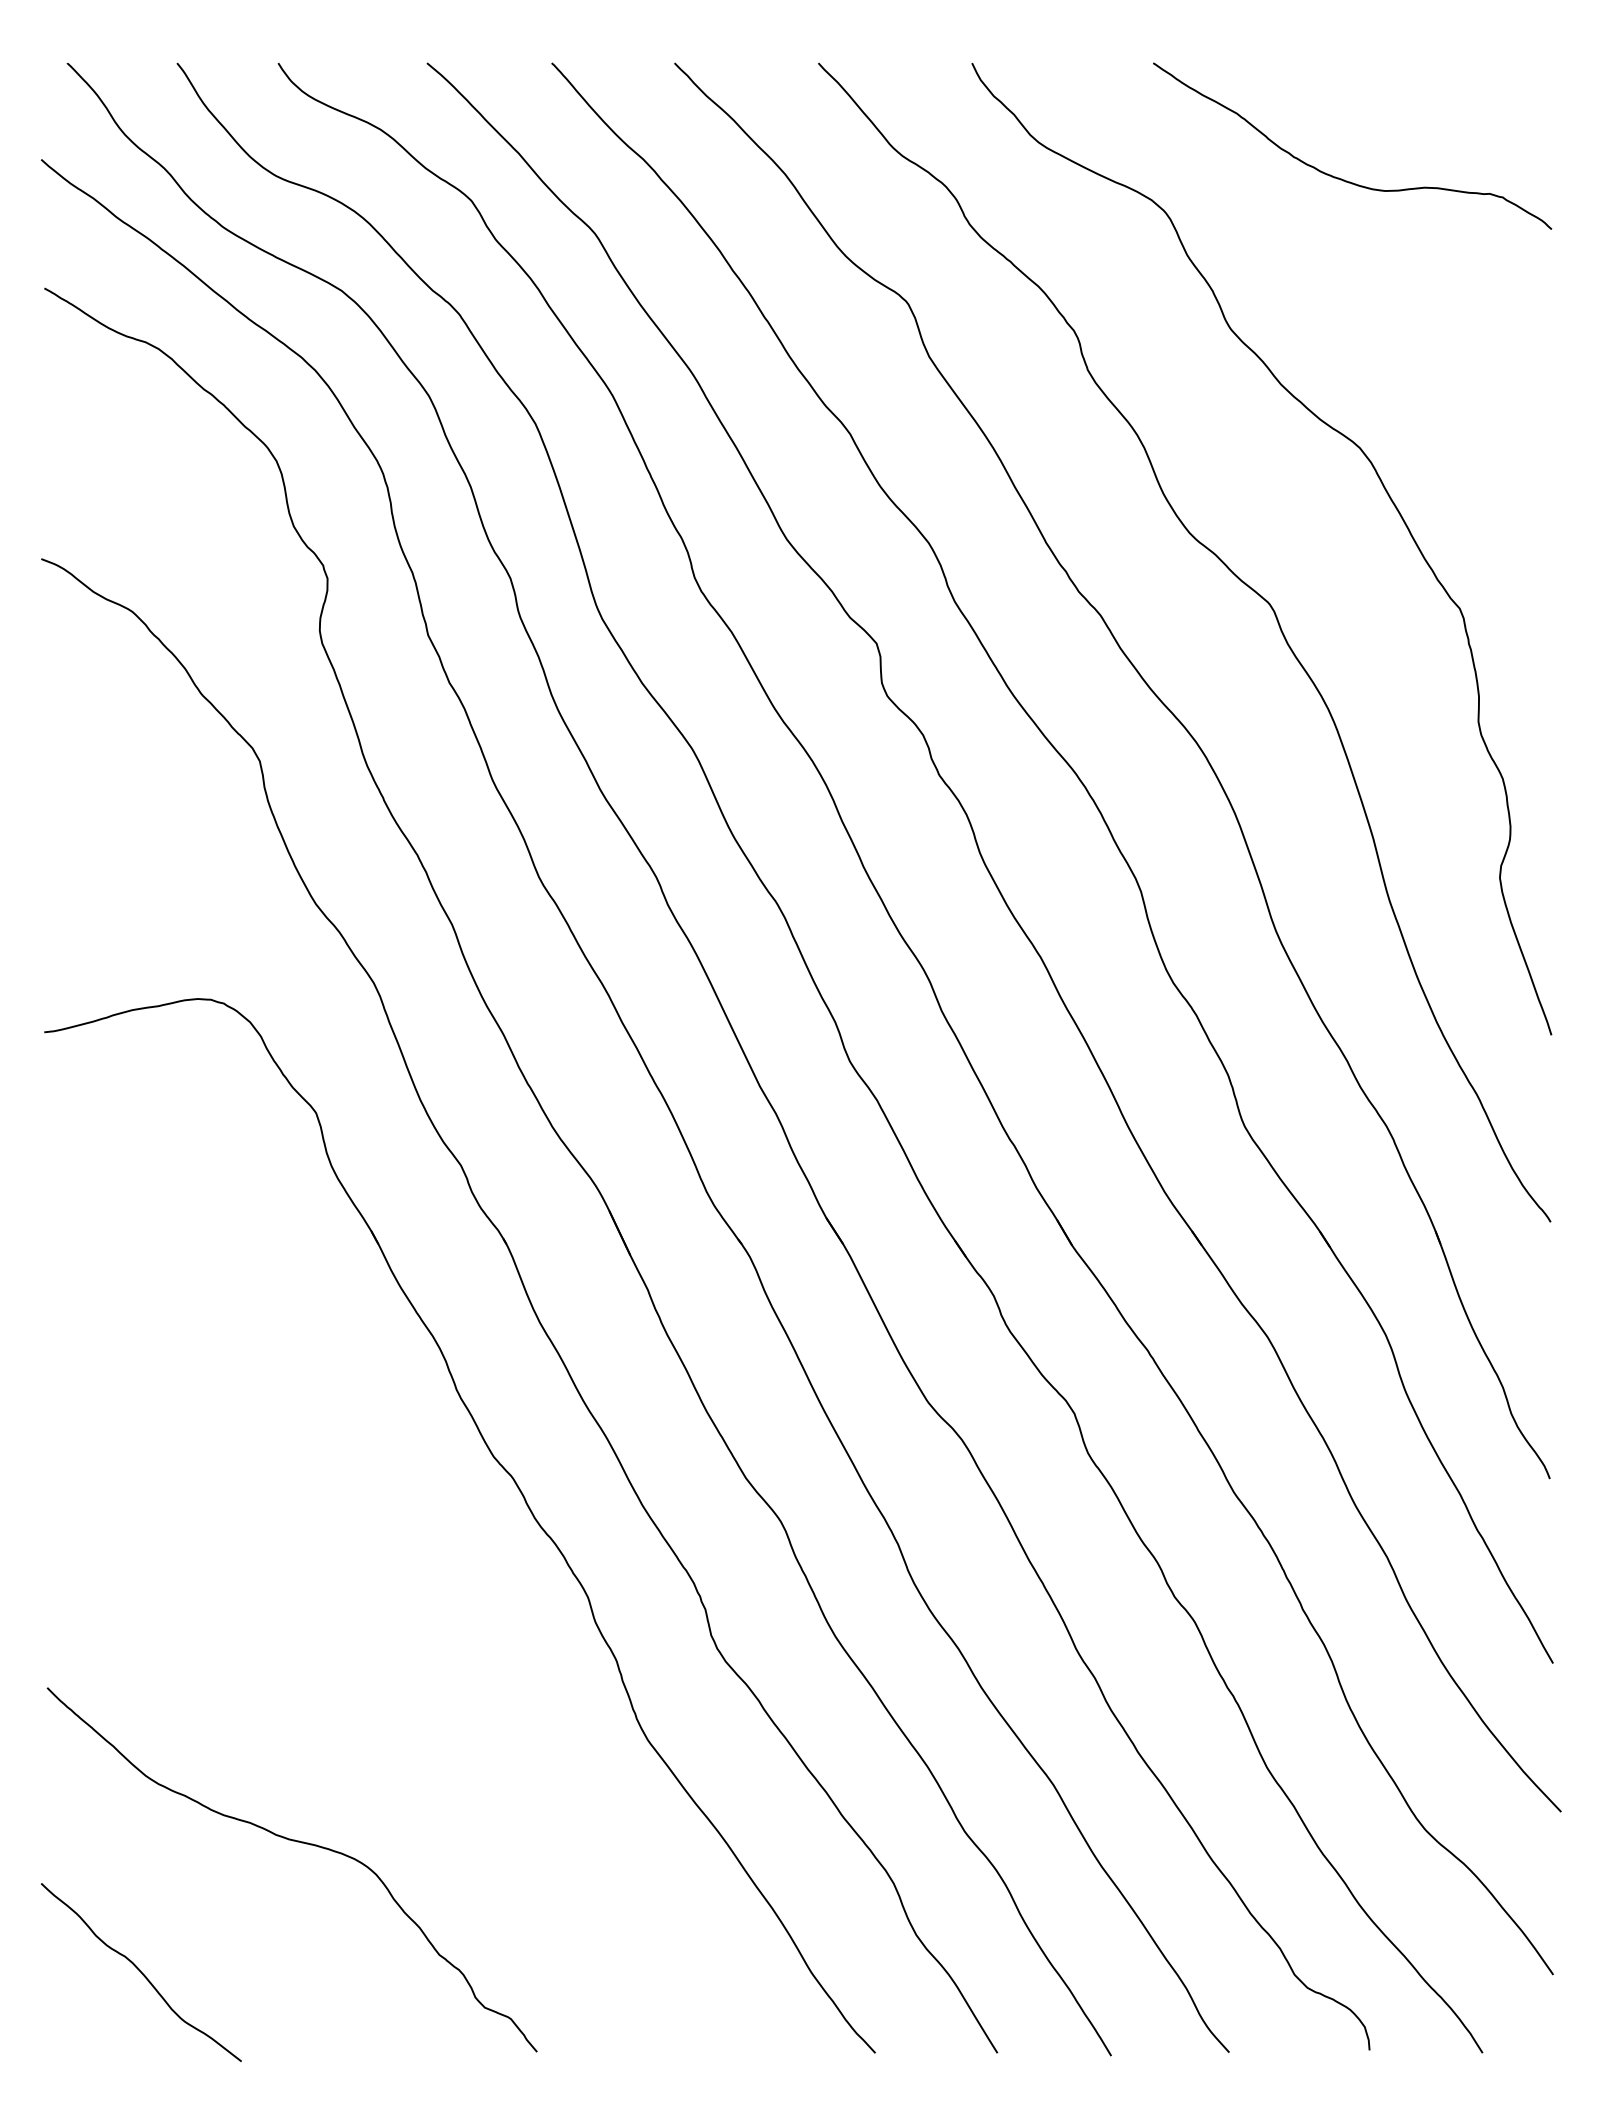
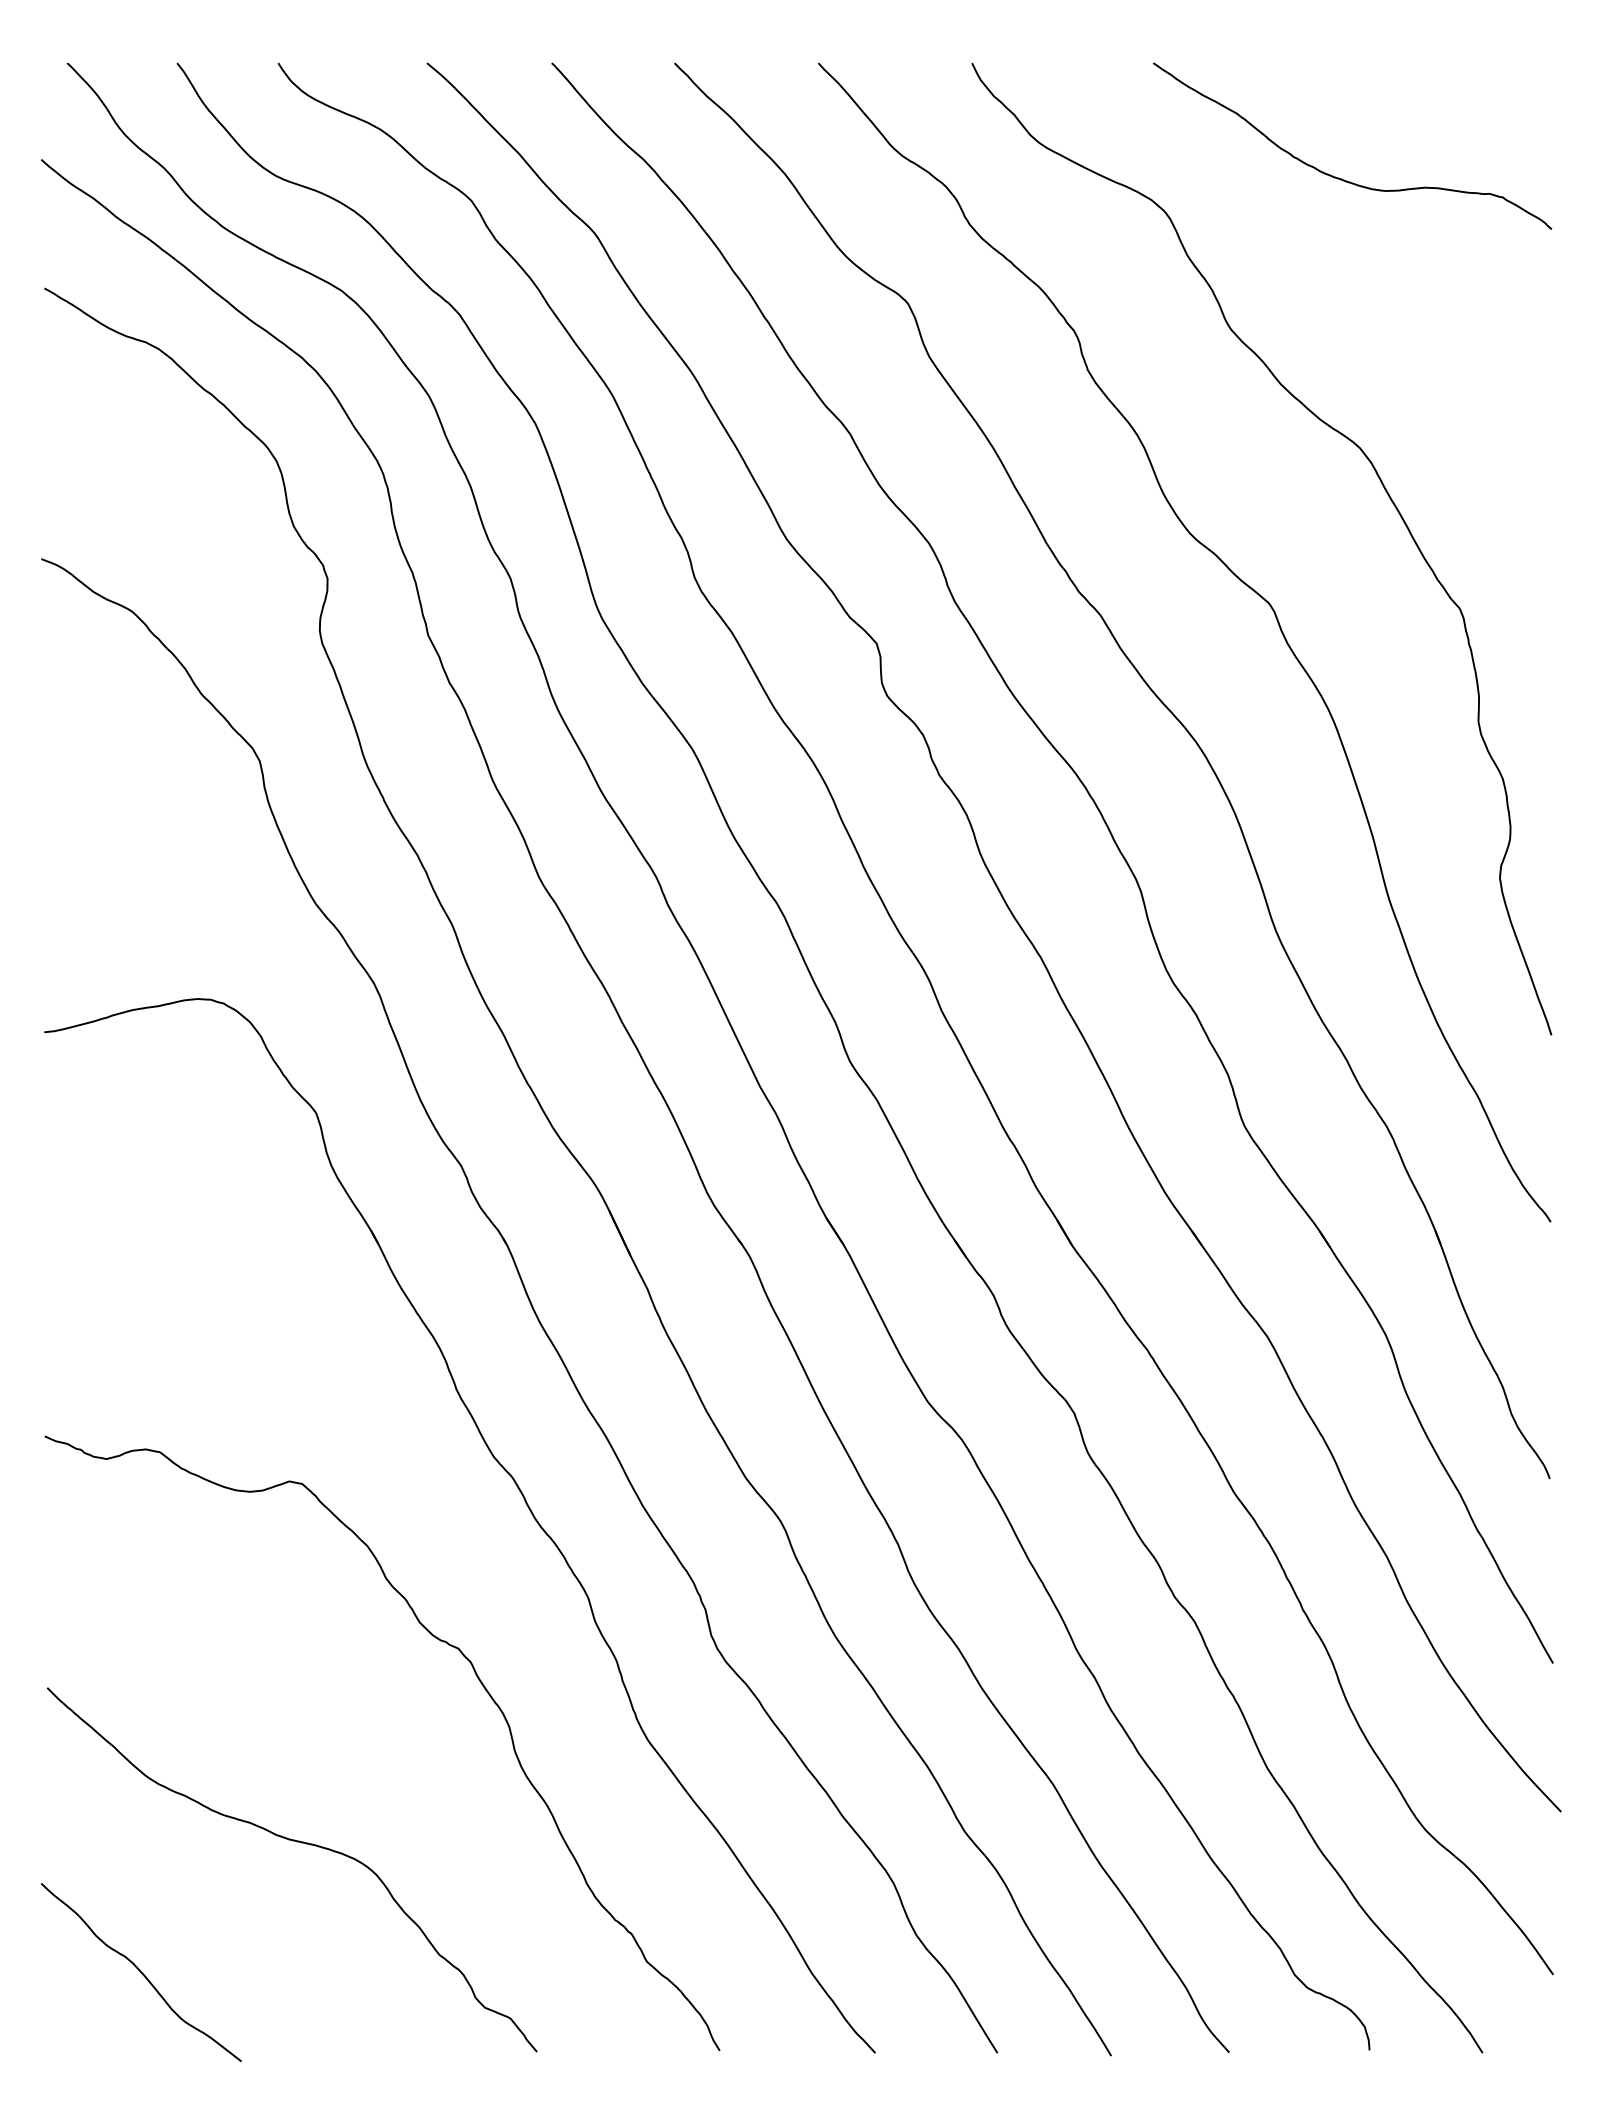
curve at (480, 1683): none -> present
